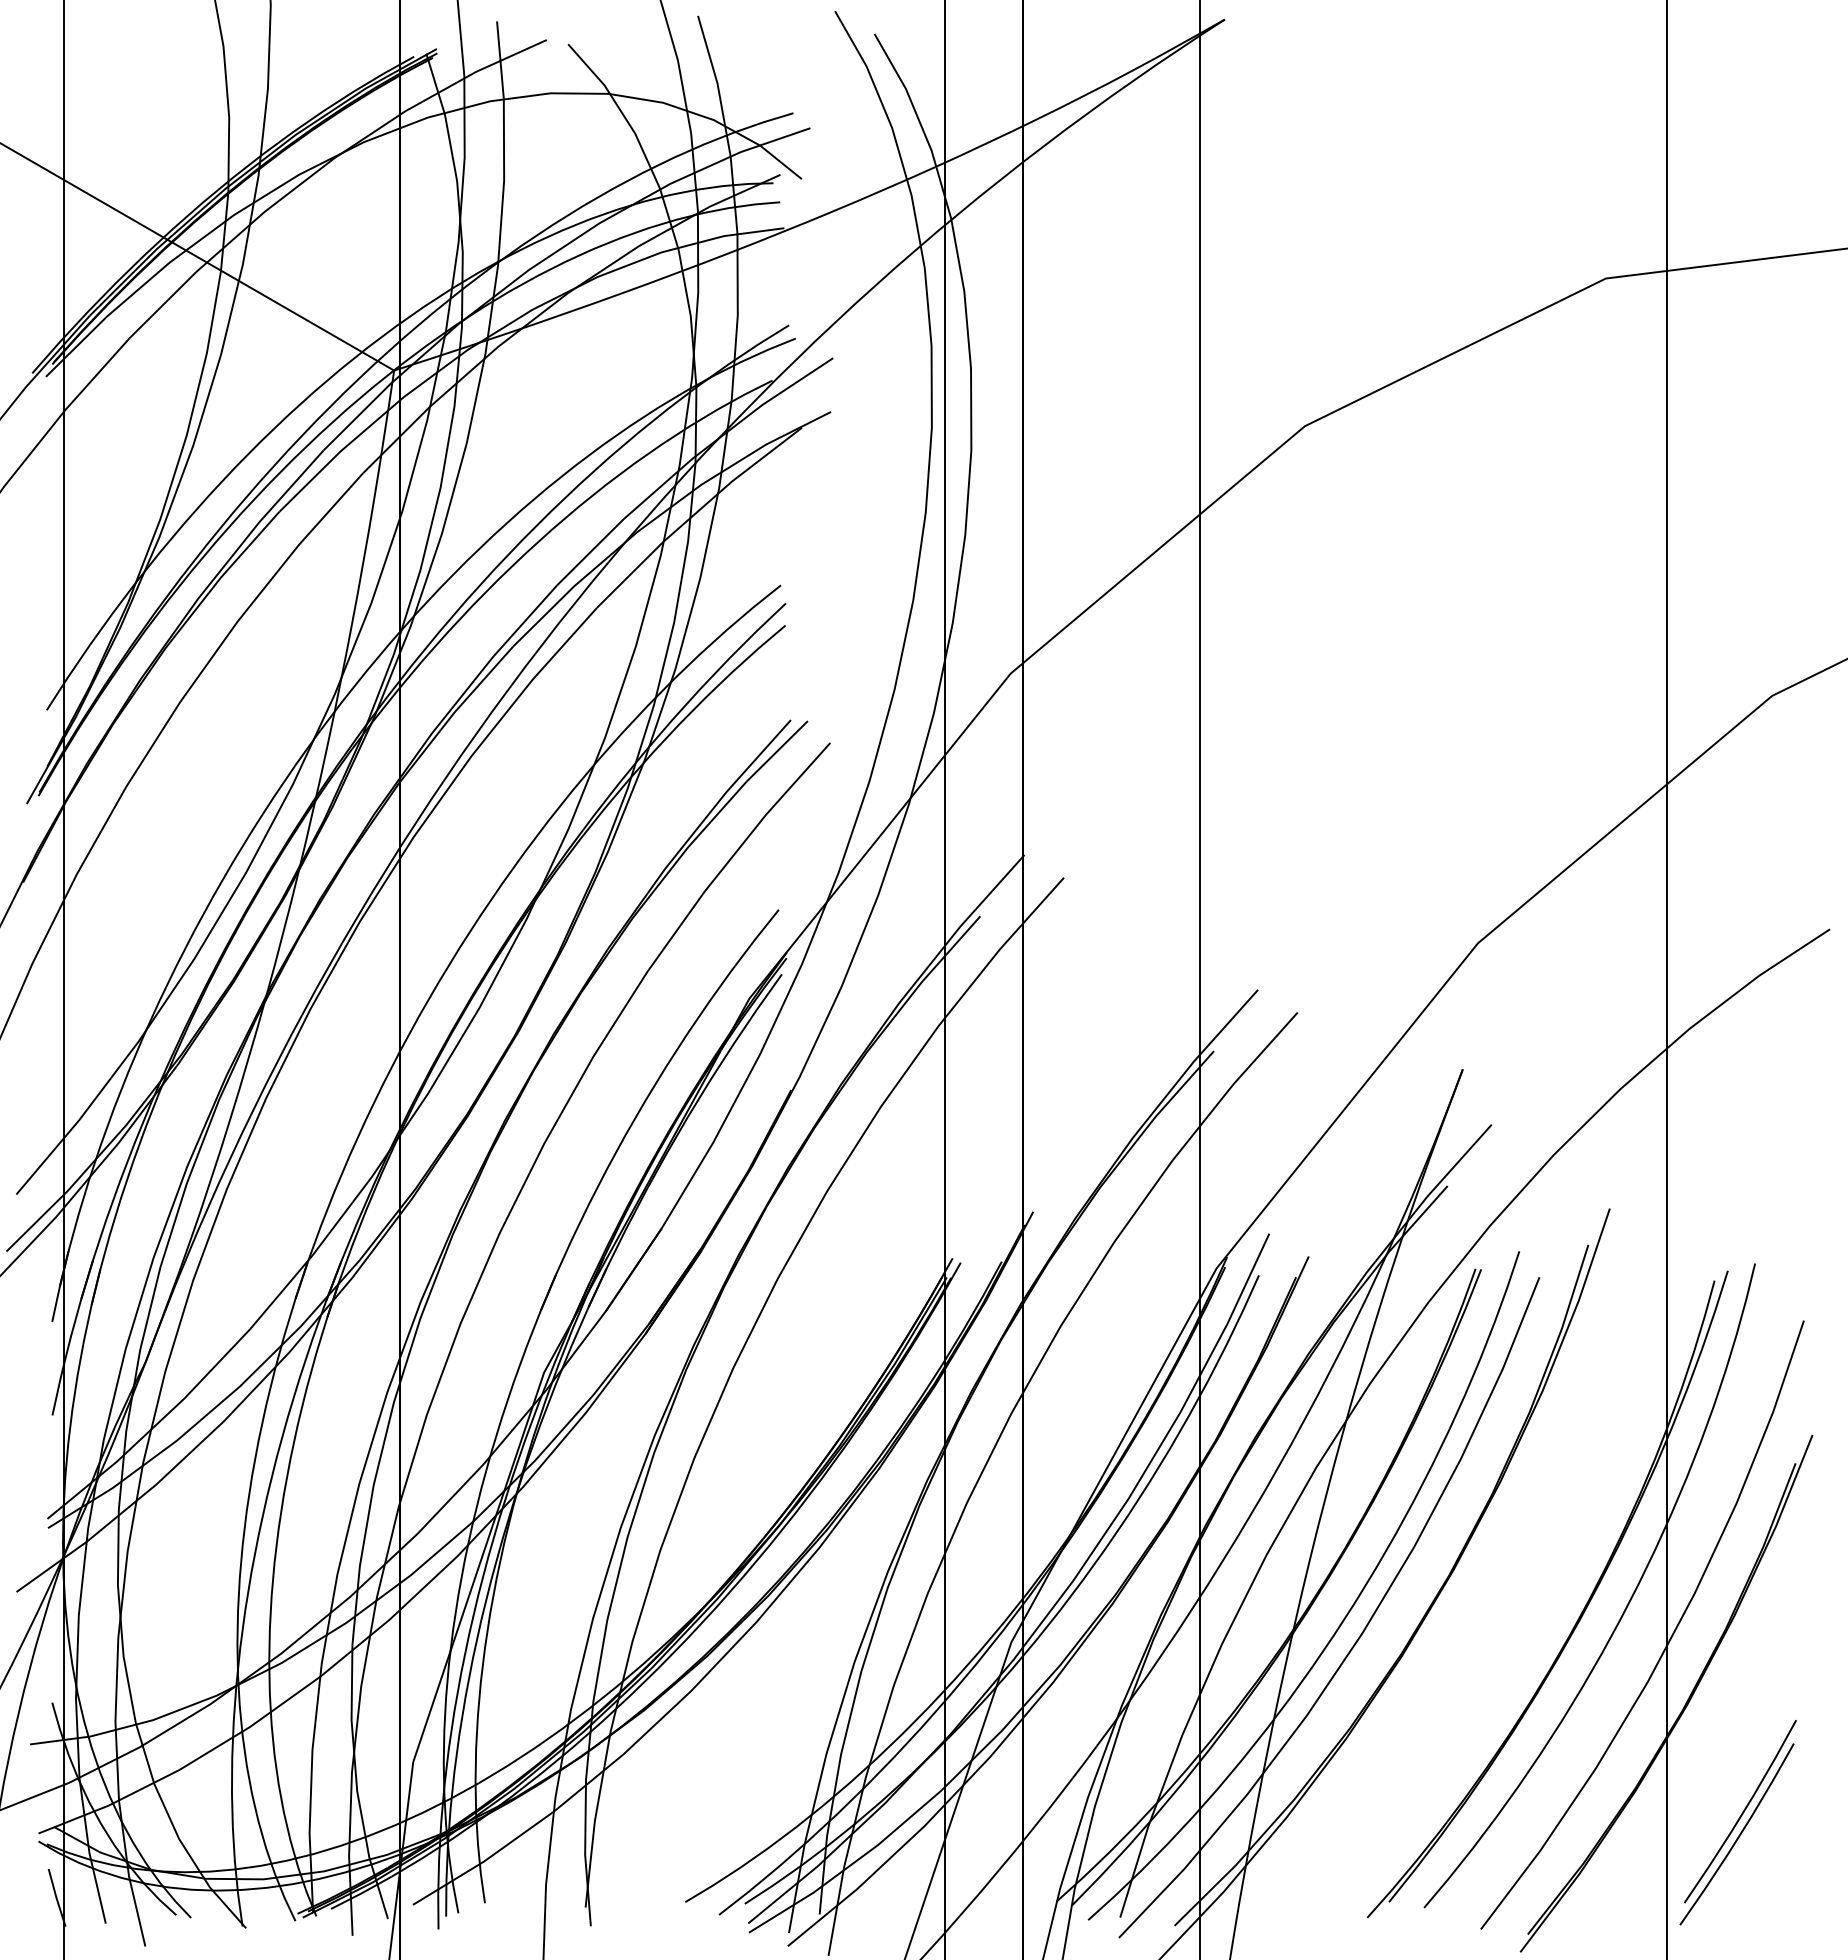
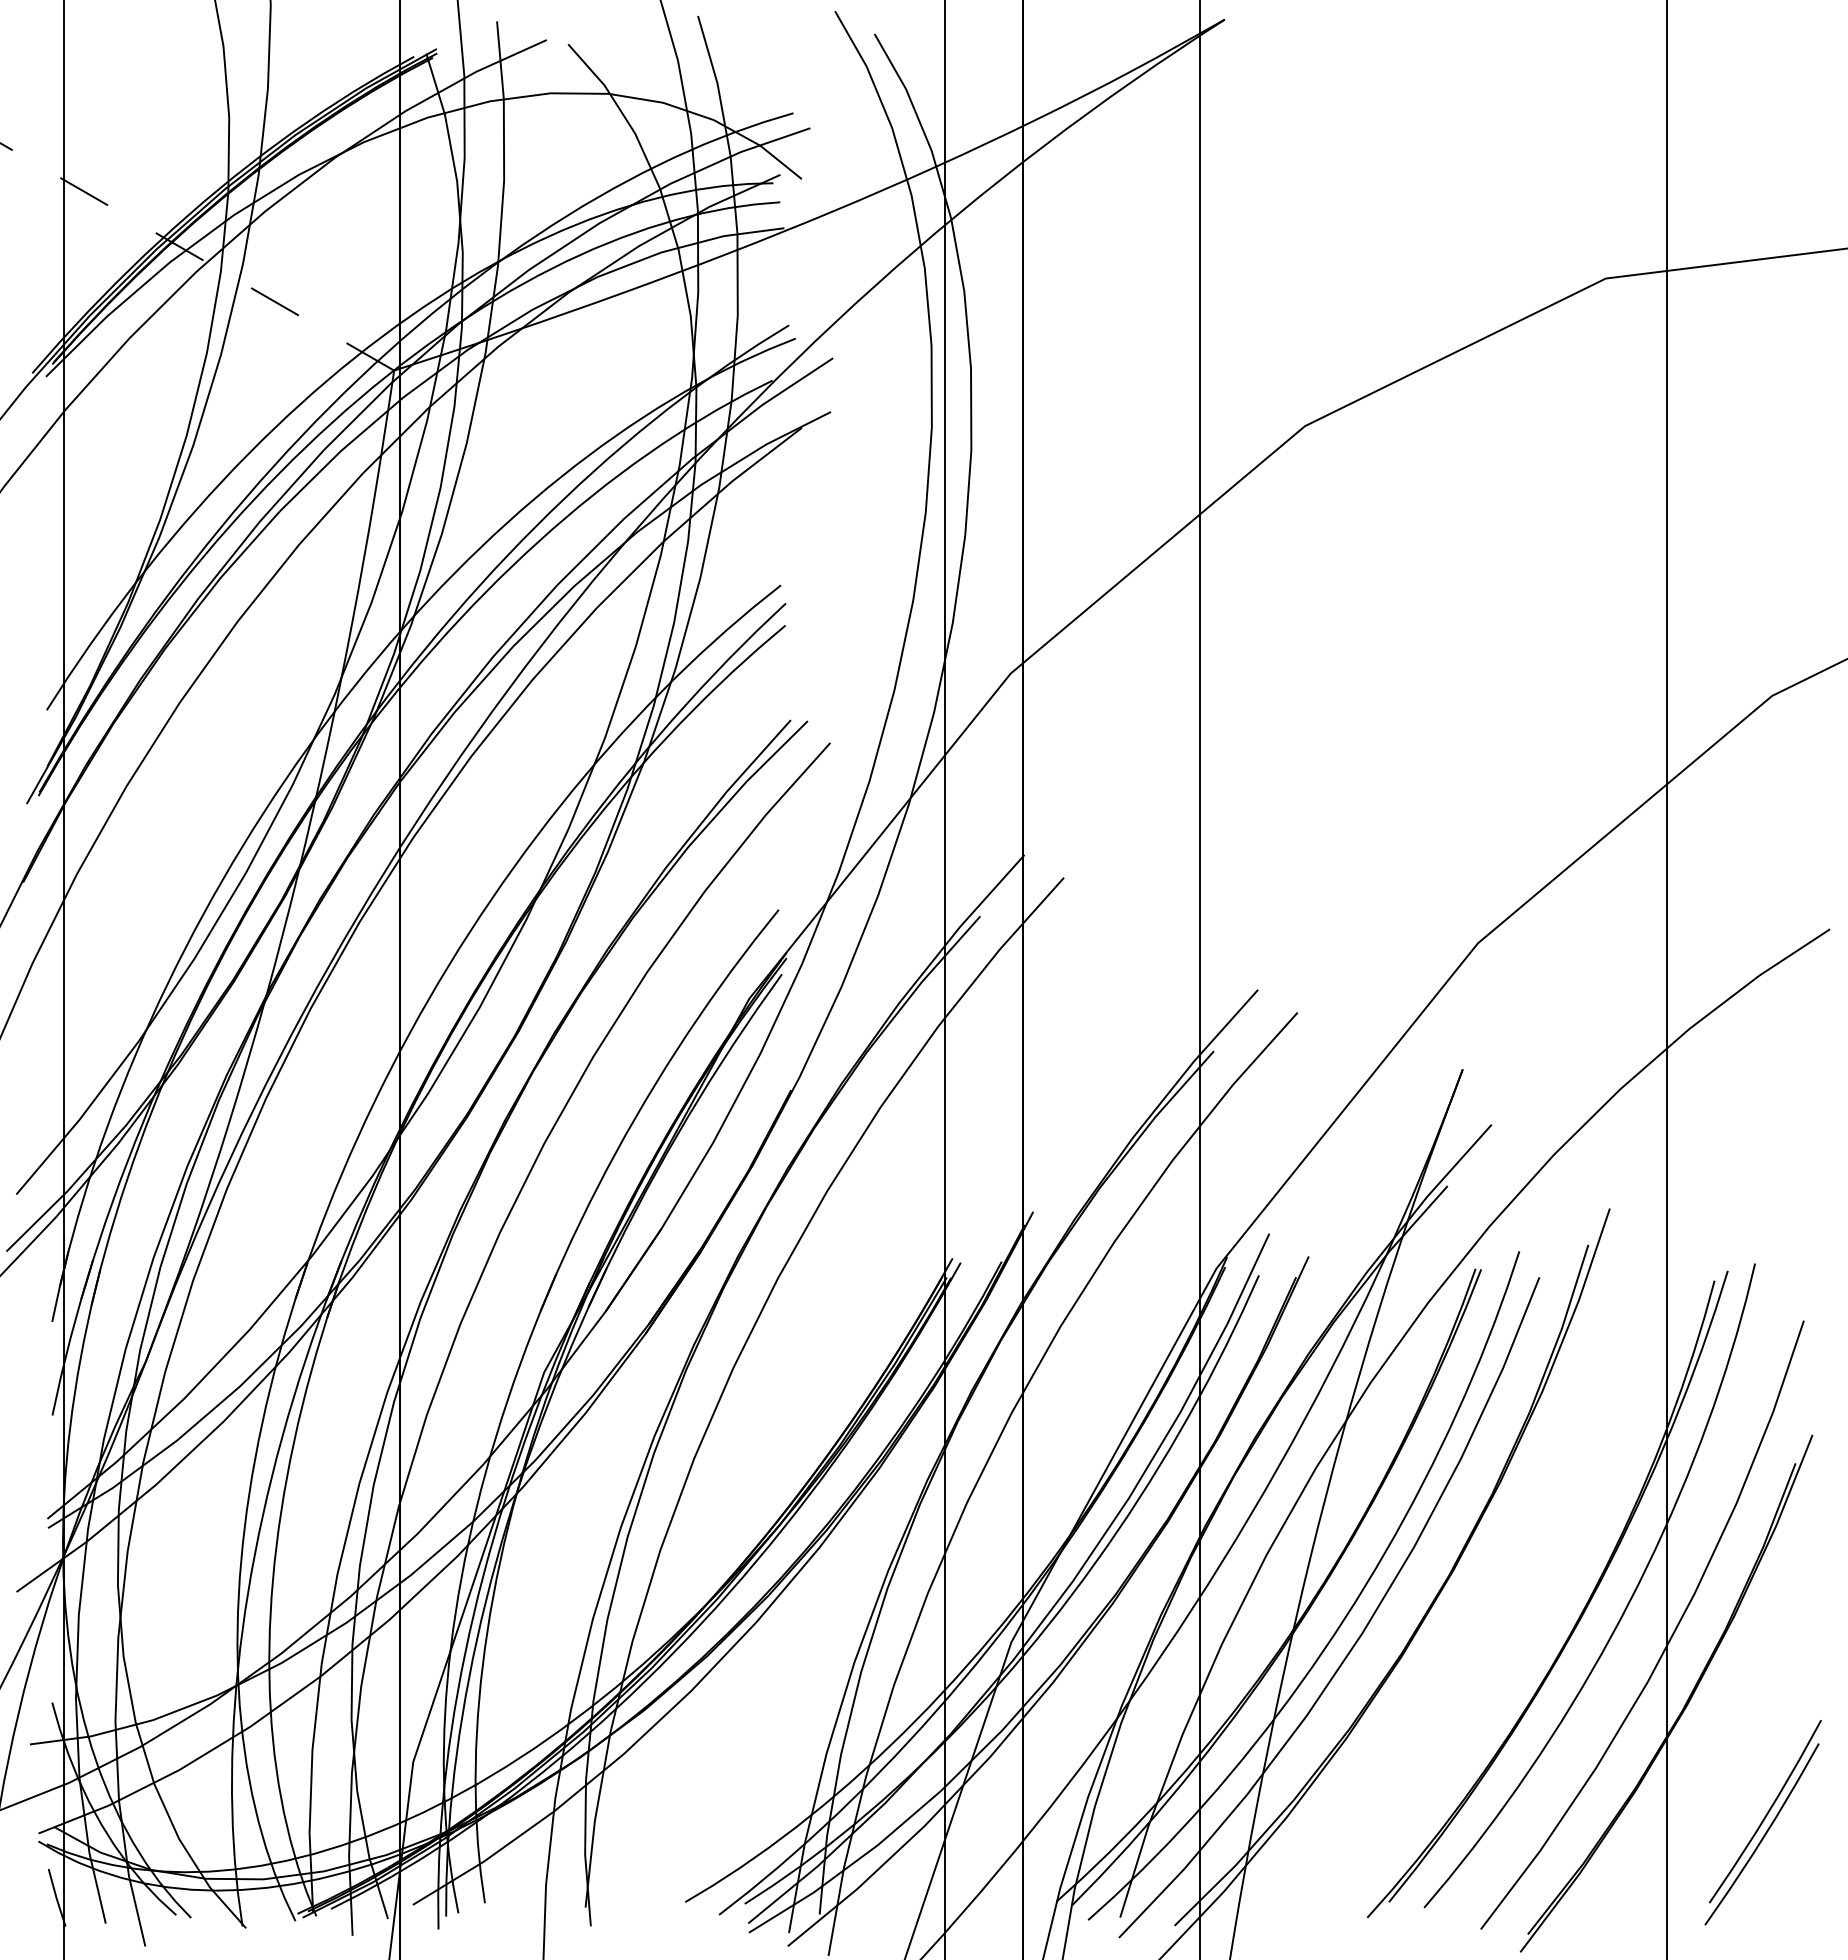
line at (196, 256): solid -> dashed
part at (1737, 1822) position: (1737, 1822) -> (1762, 1822)
